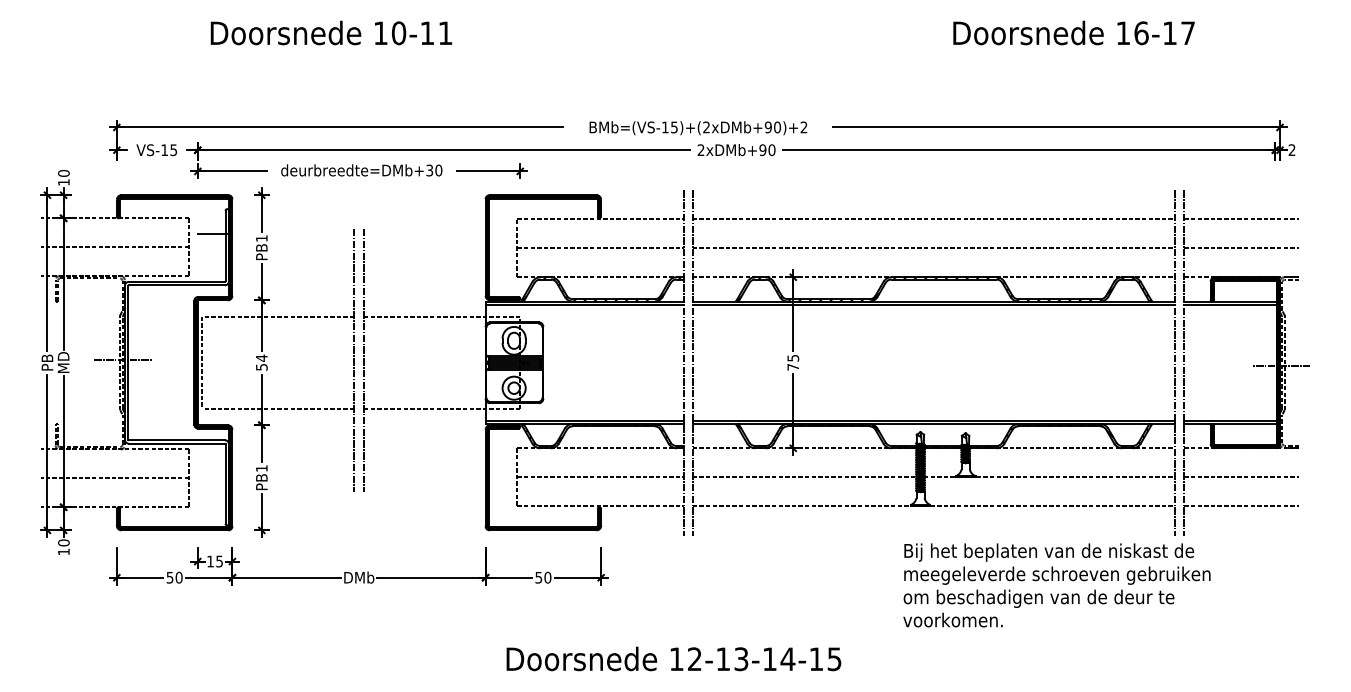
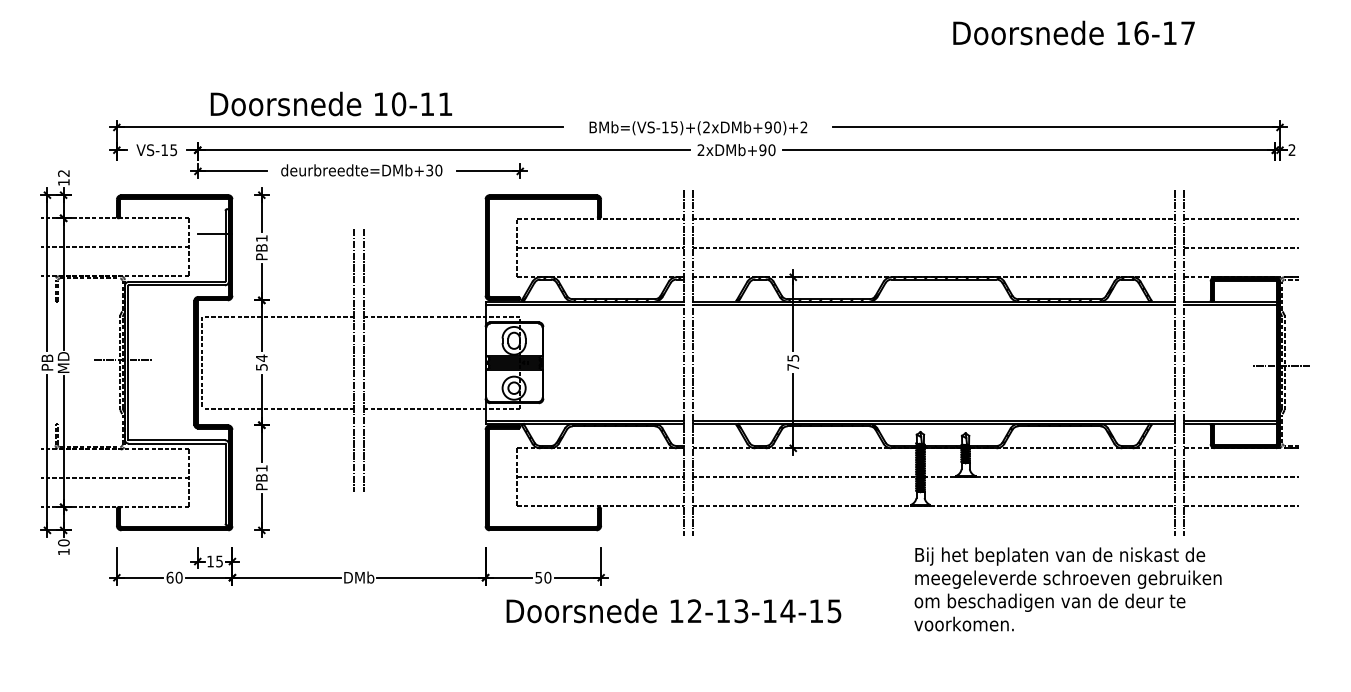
text at (331, 32) position: (331, 32) -> (331, 103)
text at (63, 172): 10 -> 12
text at (169, 577): 50 -> 60
text at (1056, 585) position: (1056, 585) -> (1067, 589)
text at (673, 658) position: (673, 658) -> (673, 610)
